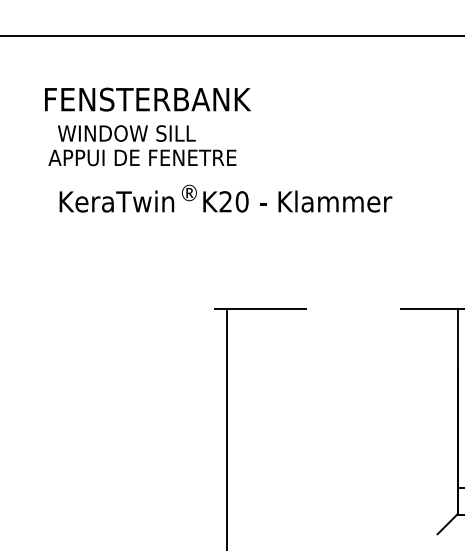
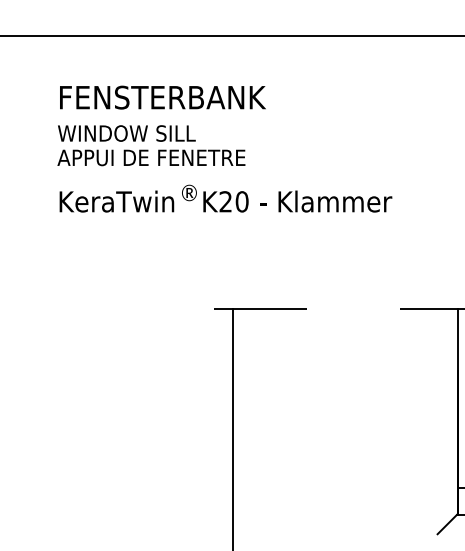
text at (147, 99) position: (147, 99) -> (162, 97)
text at (142, 157) position: (142, 157) -> (151, 157)
line at (226, 427) position: (226, 427) -> (232, 427)
